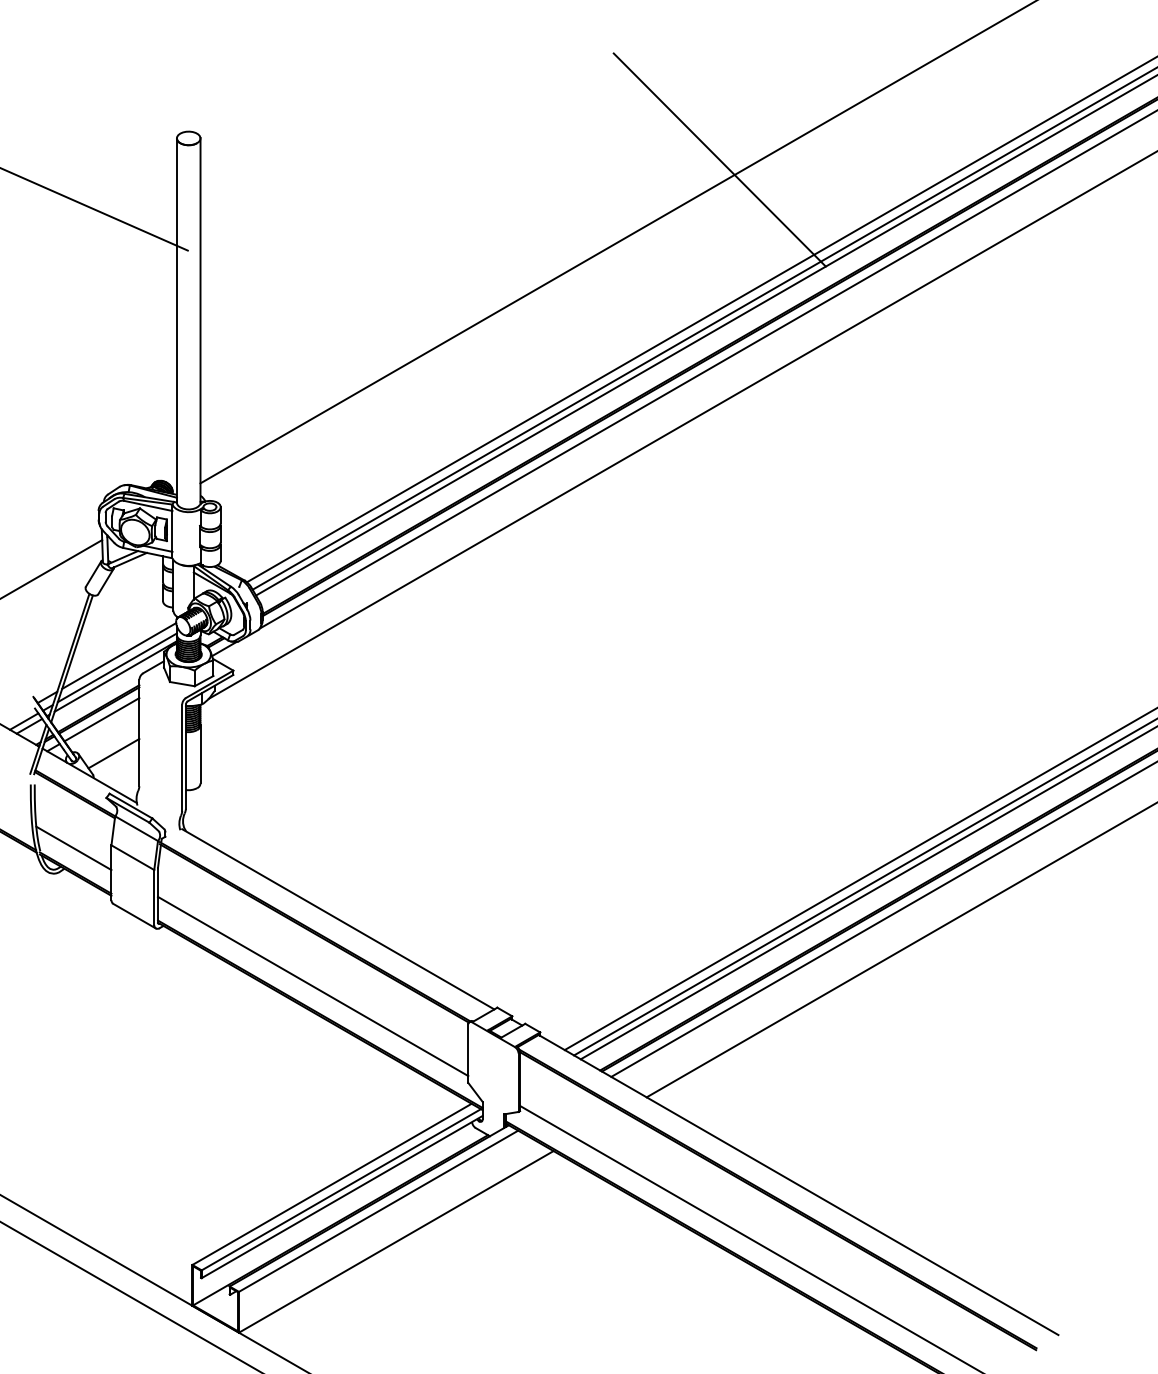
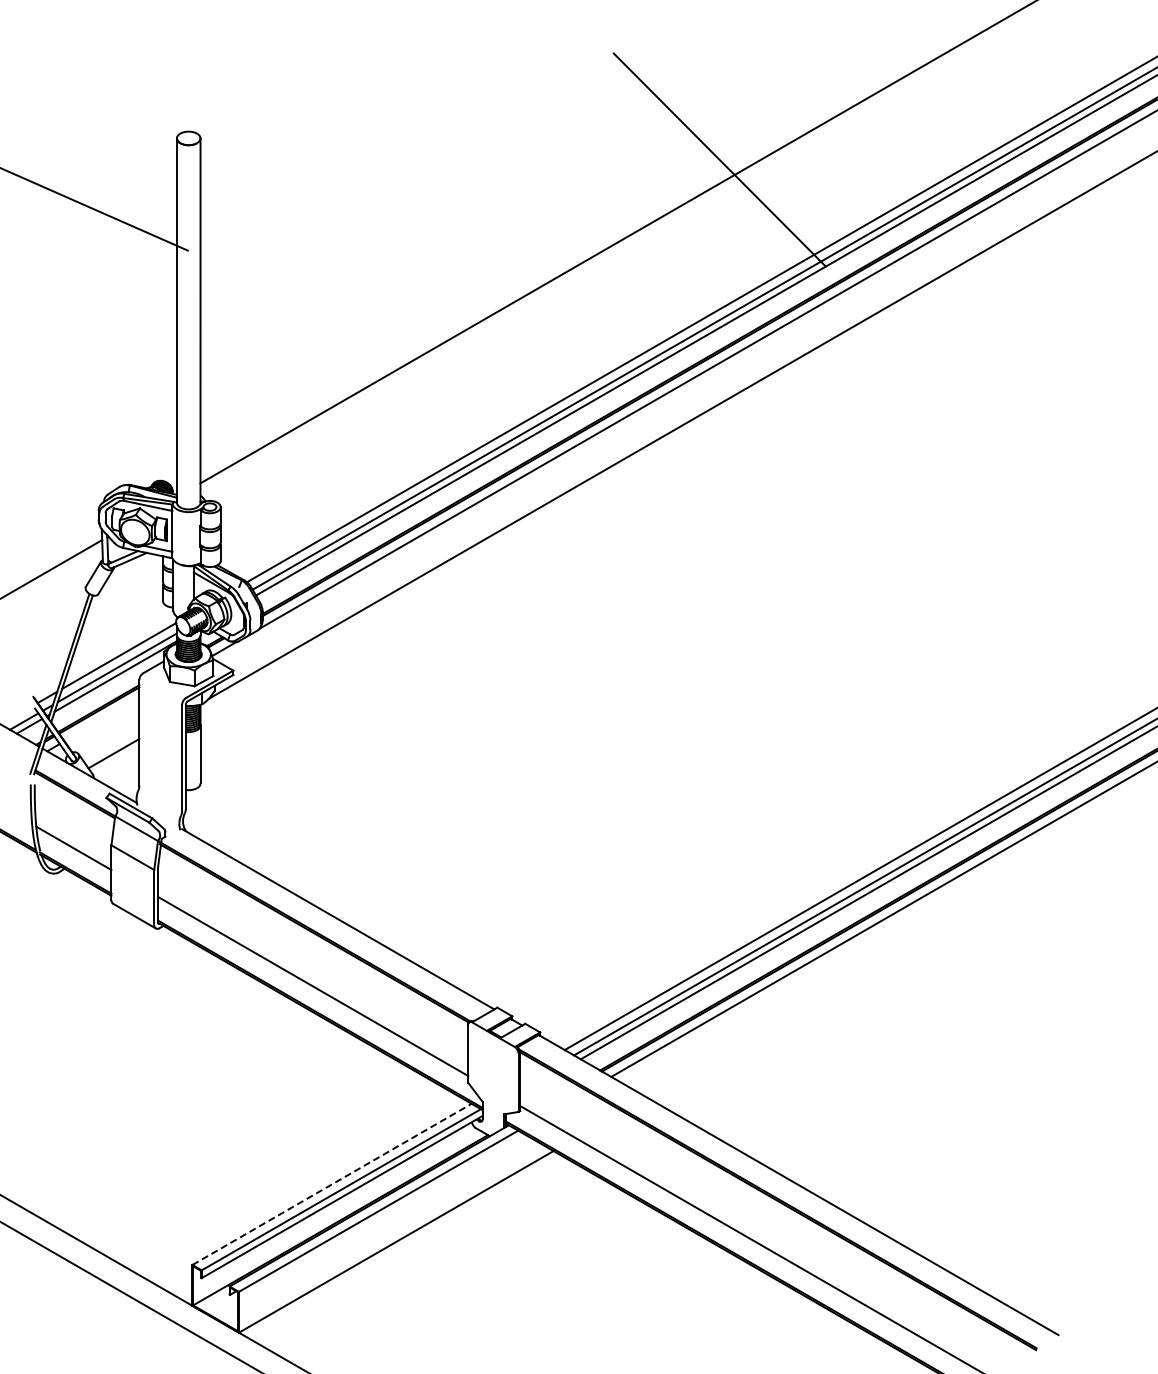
line at (101, 719): present -> none
line at (900, 950): present -> none
line at (332, 1184): solid -> dashed
